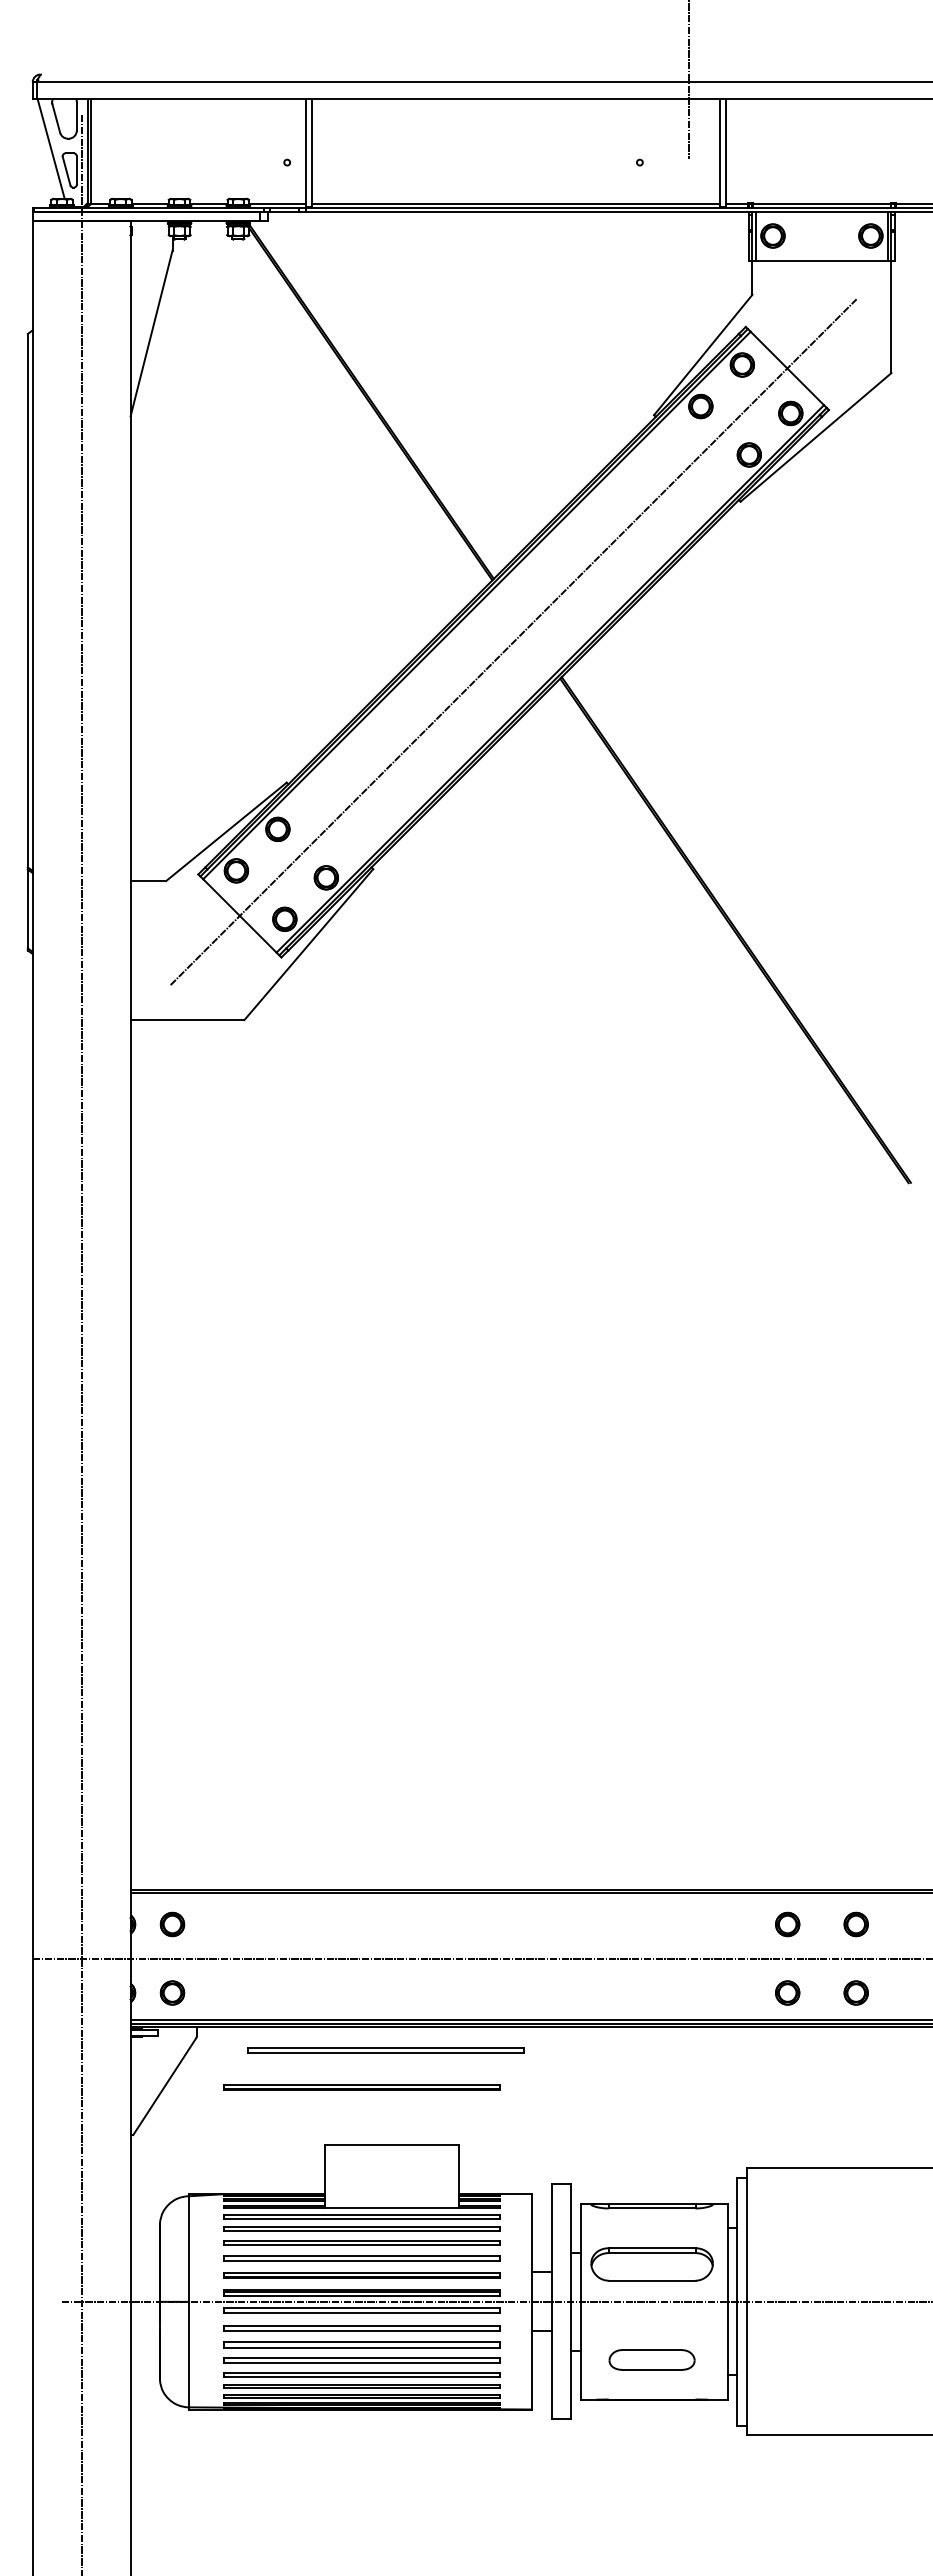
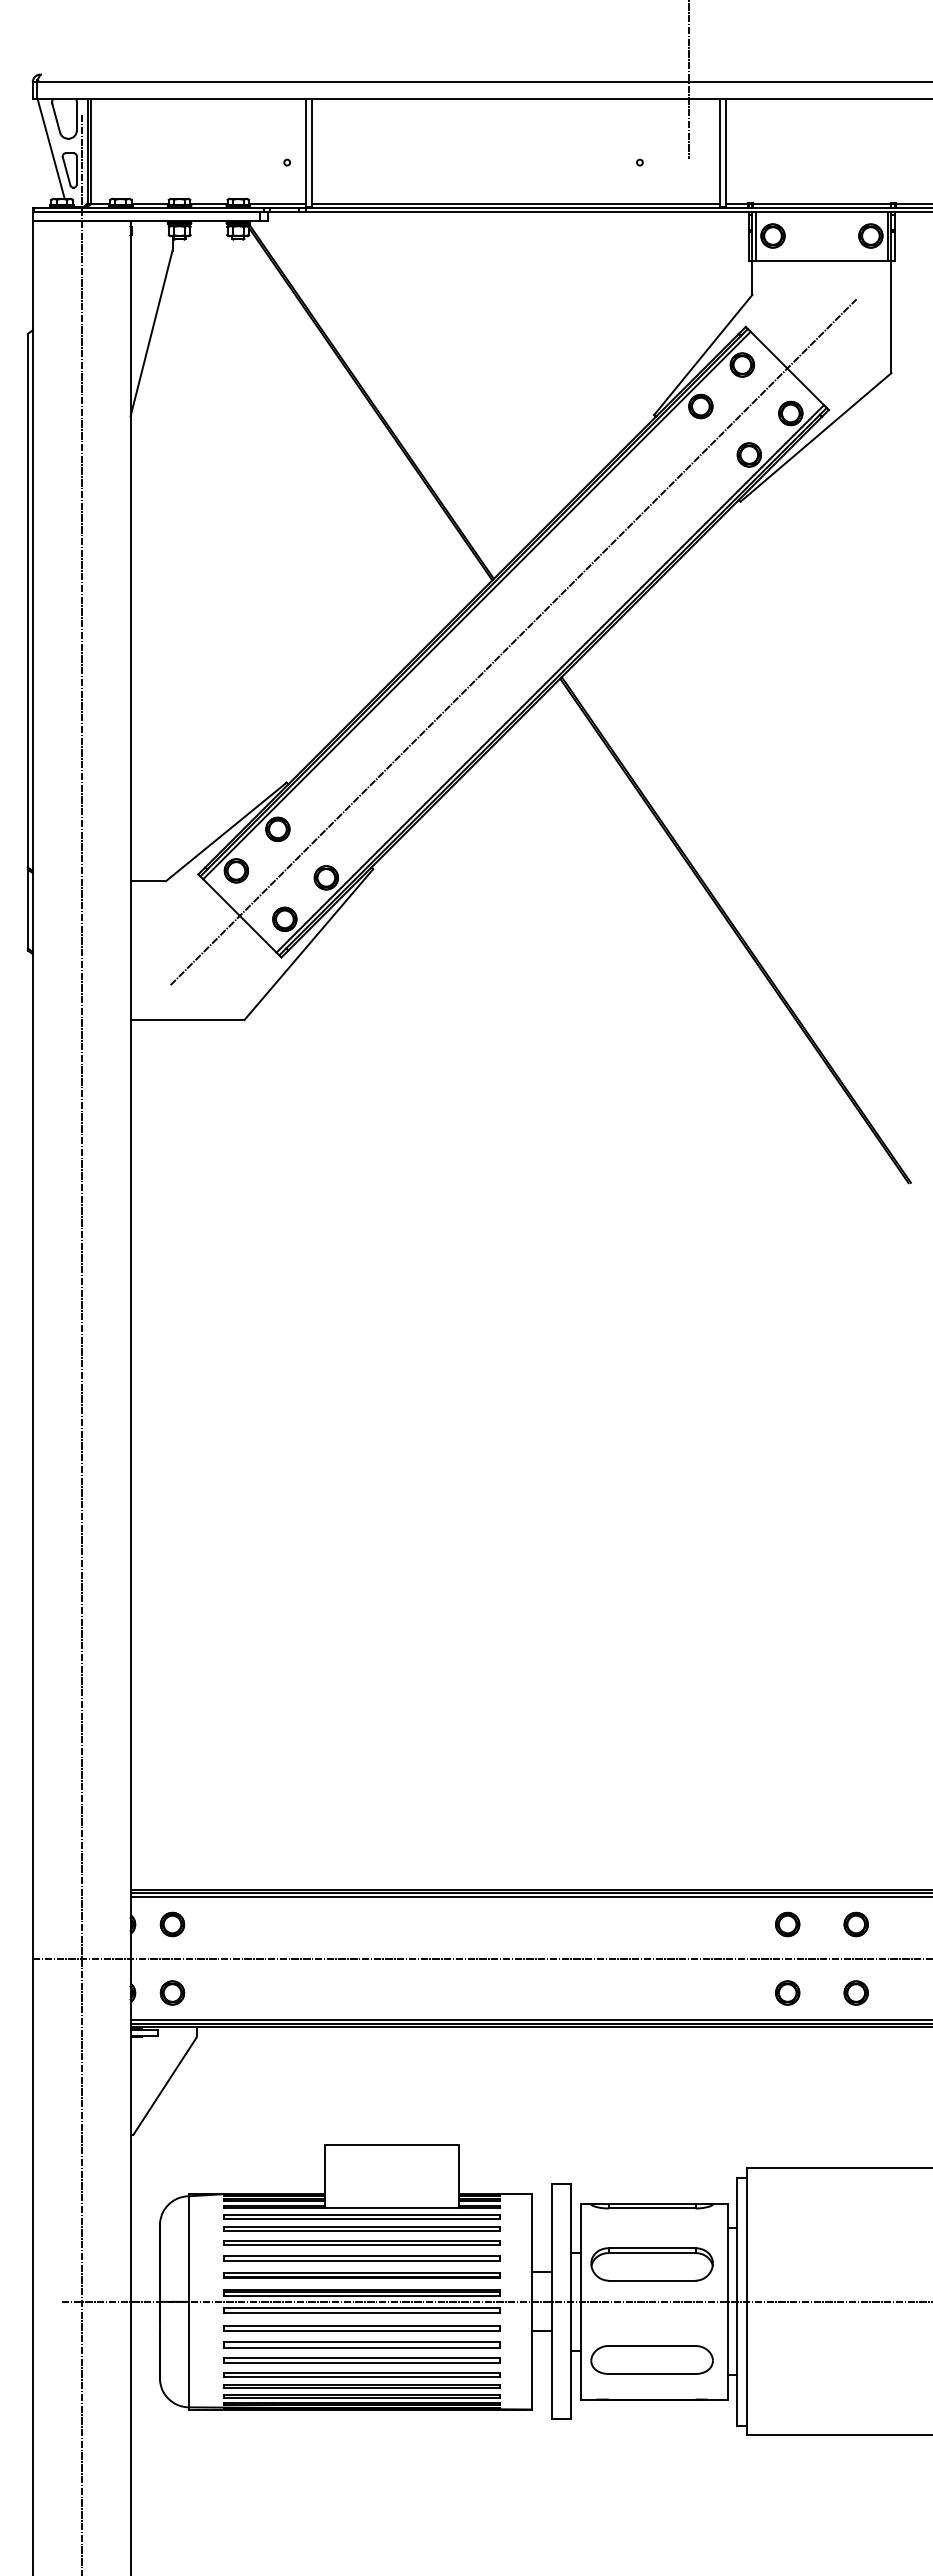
line at (529, 1897): none -> present
part at (385, 2050): present -> none
part at (361, 2087): present -> none
part at (651, 2359) size: 88x22 px -> 124x30 px
